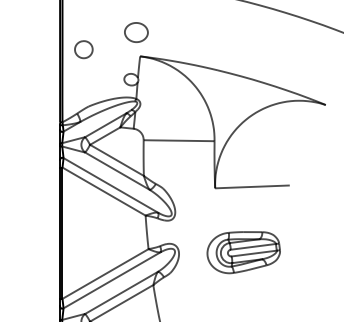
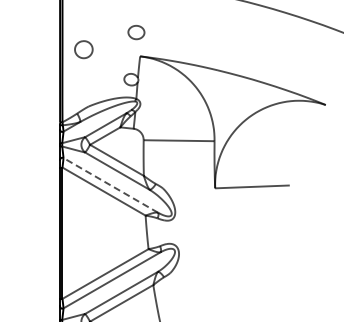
part at (136, 32) size: 25x21 px -> 19x16 px
line at (110, 185): solid -> dashed
part at (243, 252): present -> none
